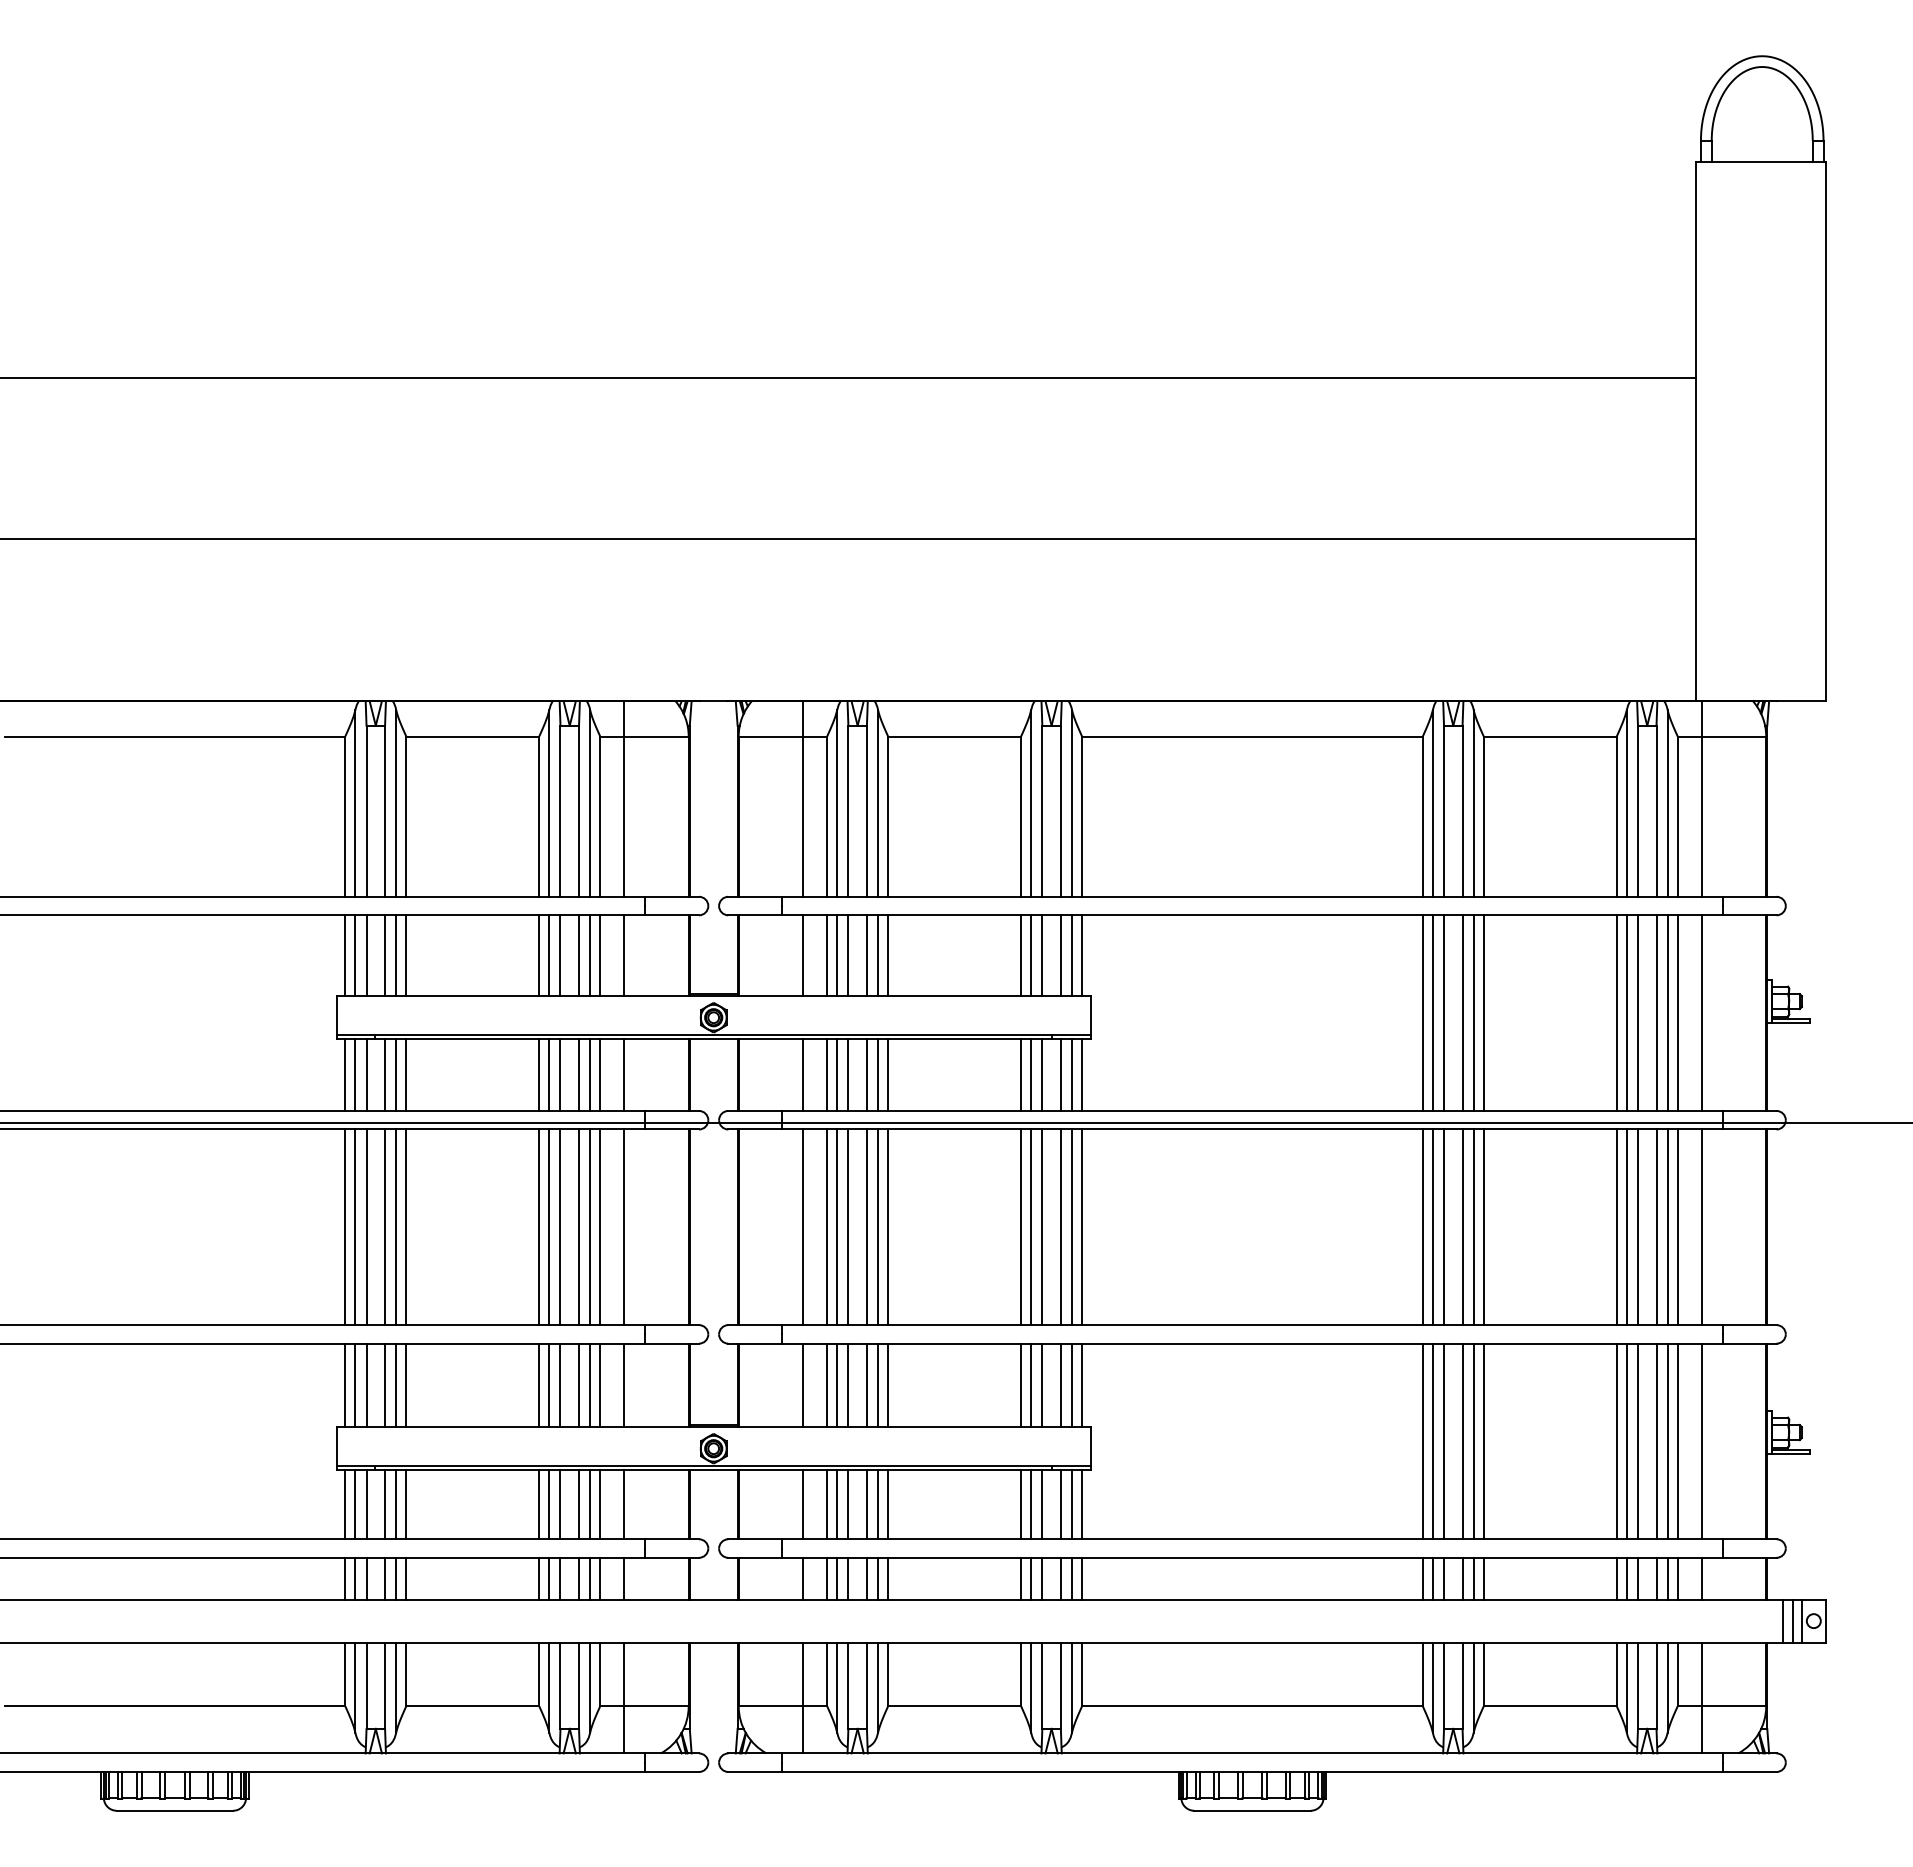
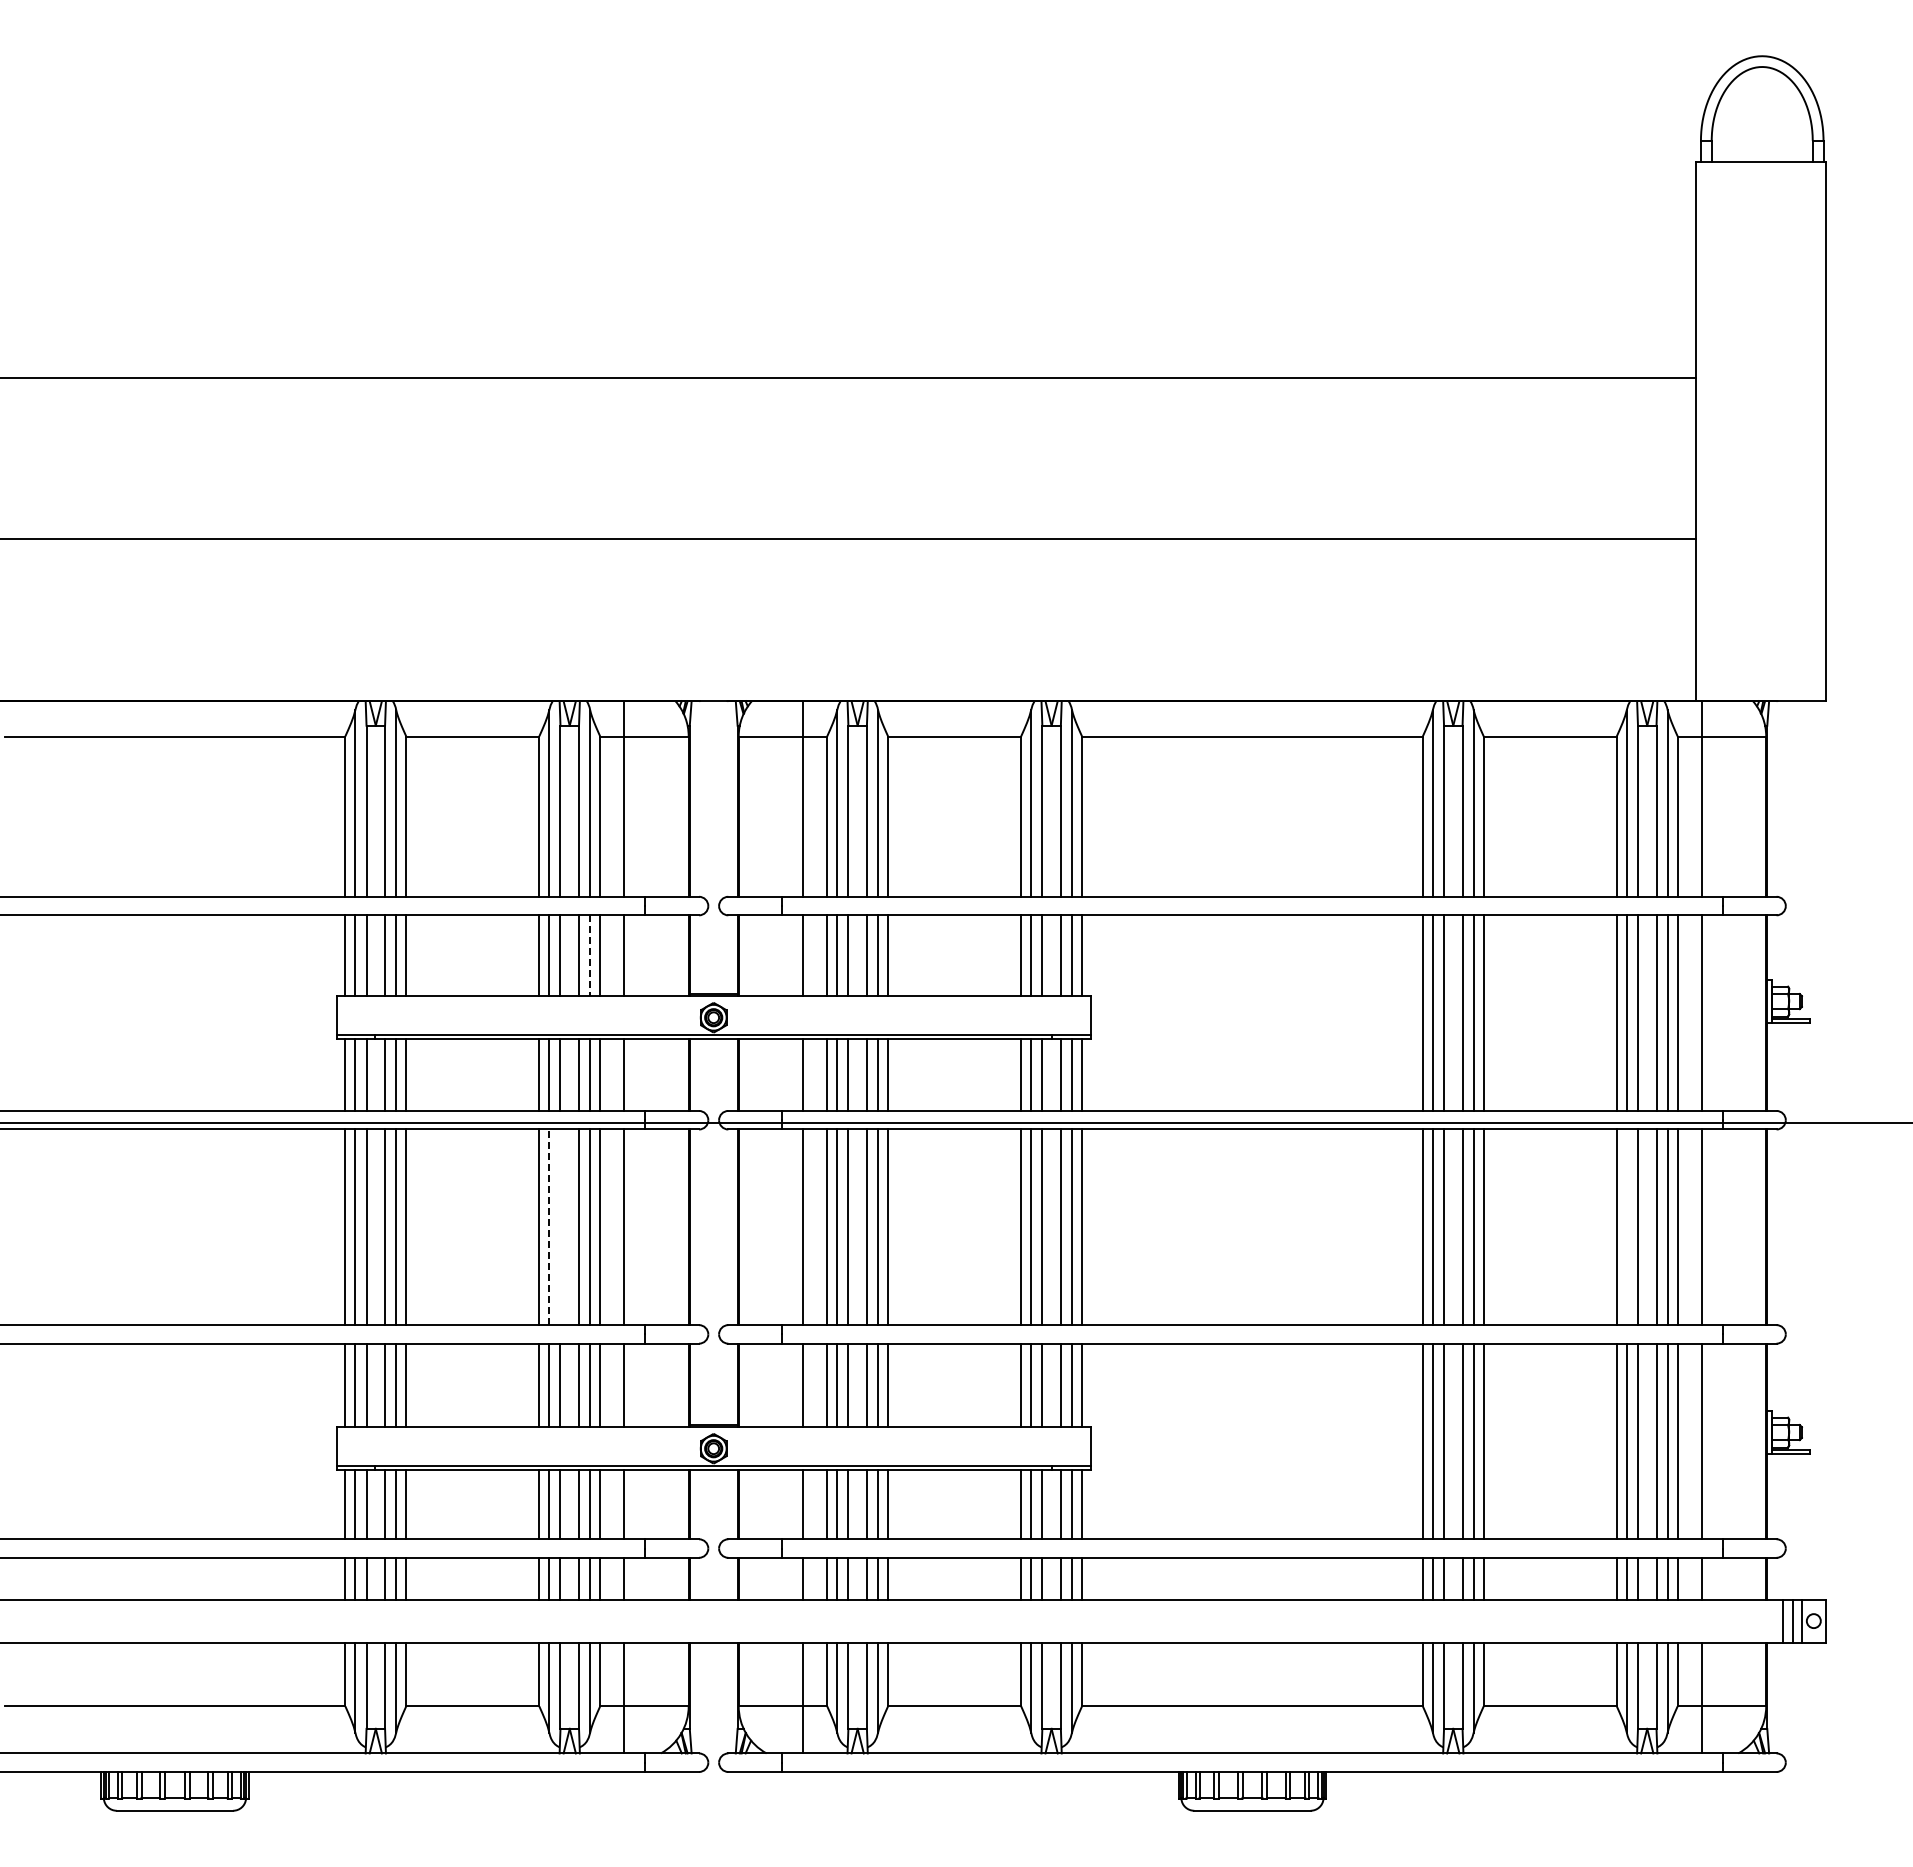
line at (590, 956): solid -> dashed
line at (549, 1227): solid -> dashed
line at (560, 1227): present -> none
line at (1626, 1227): present -> none
